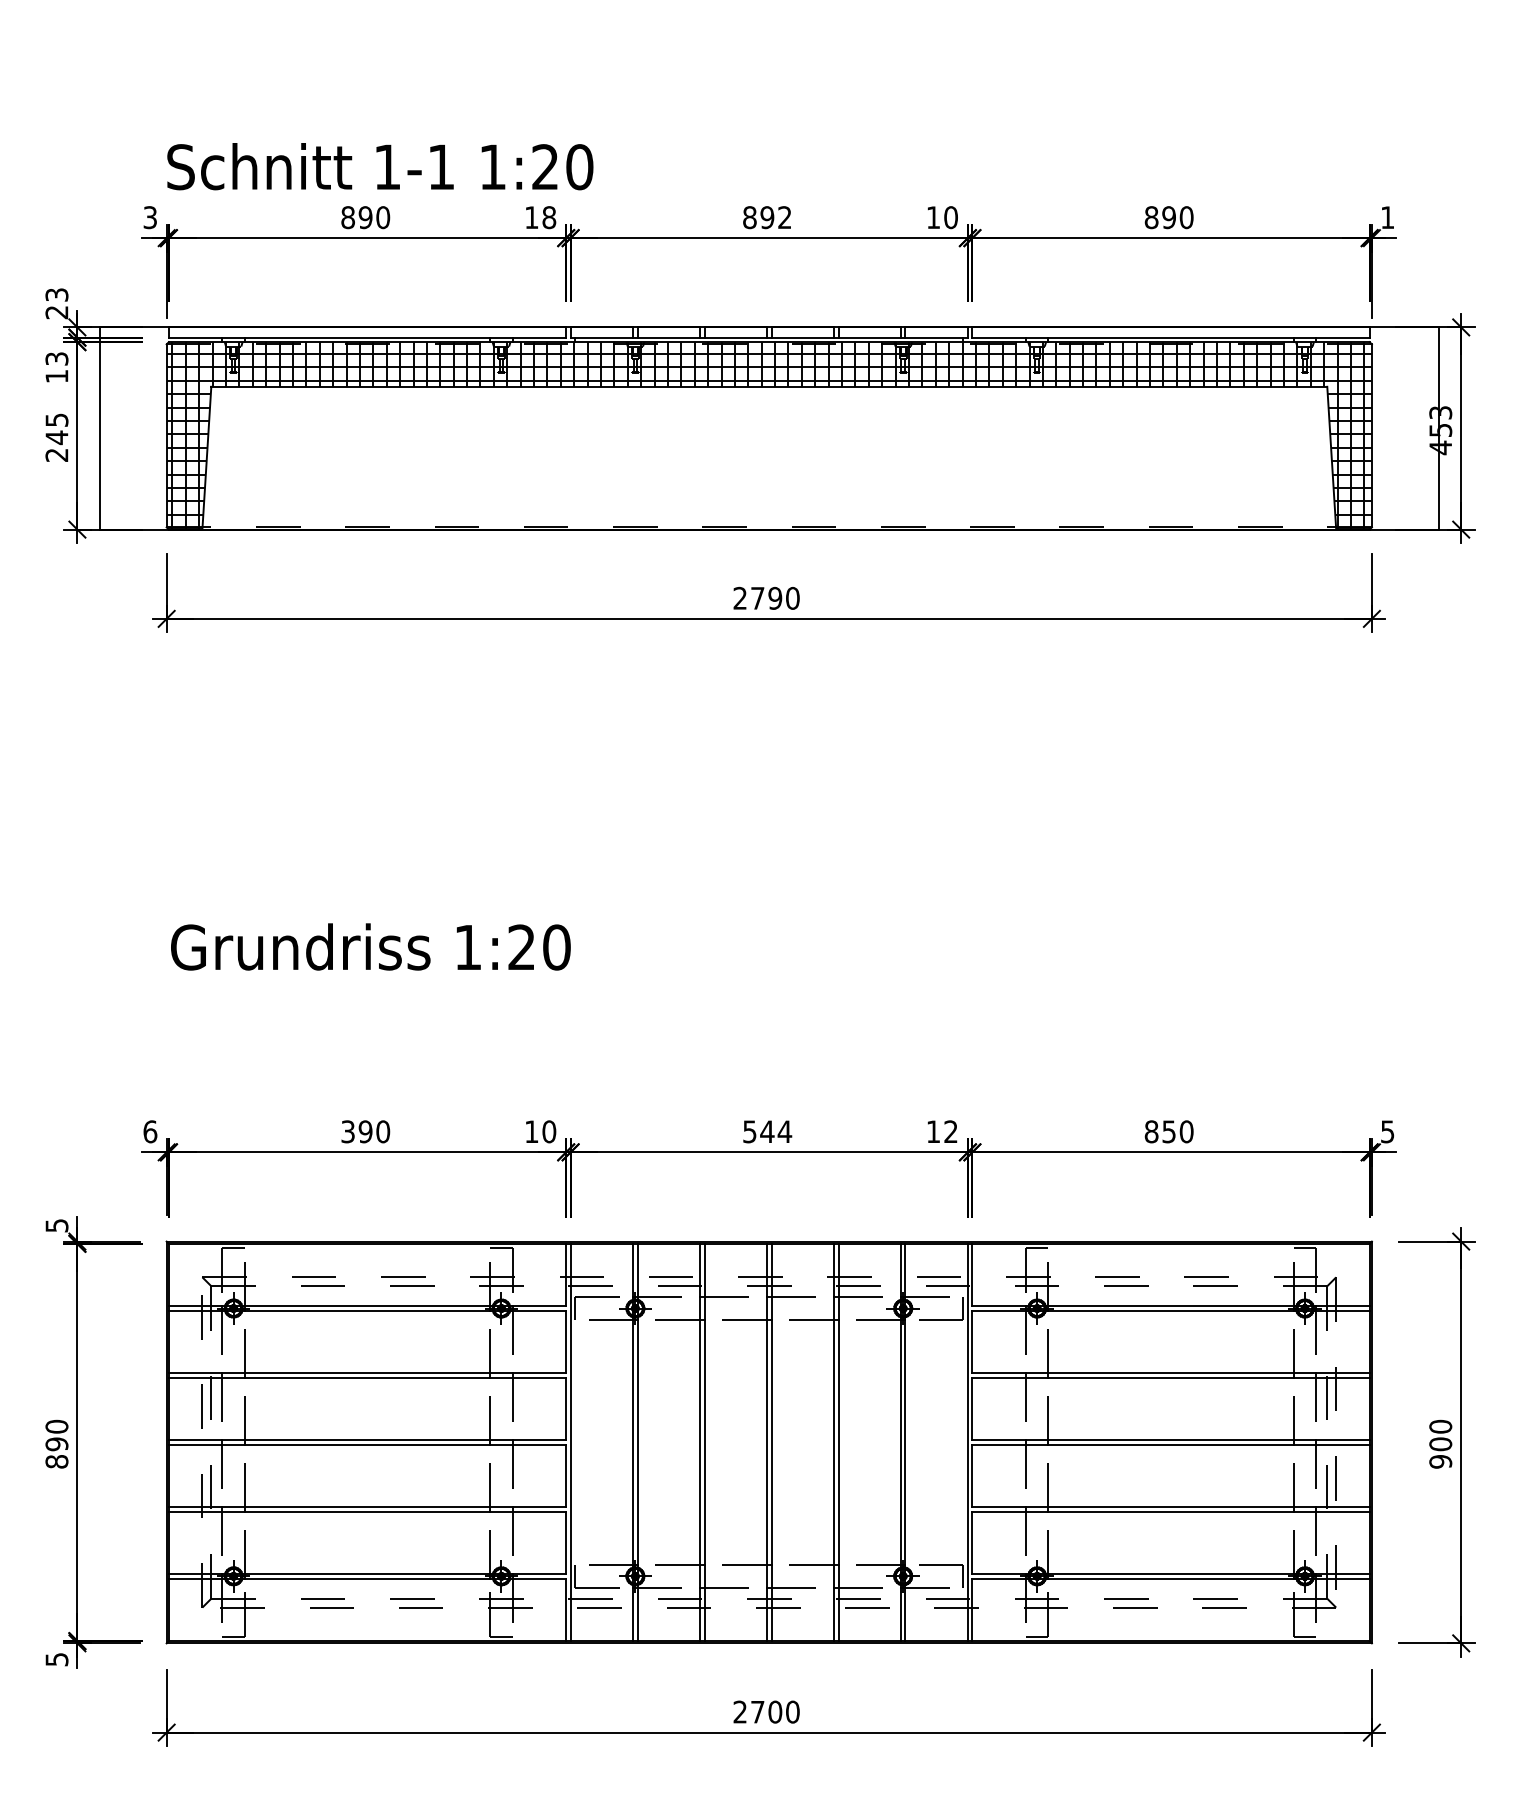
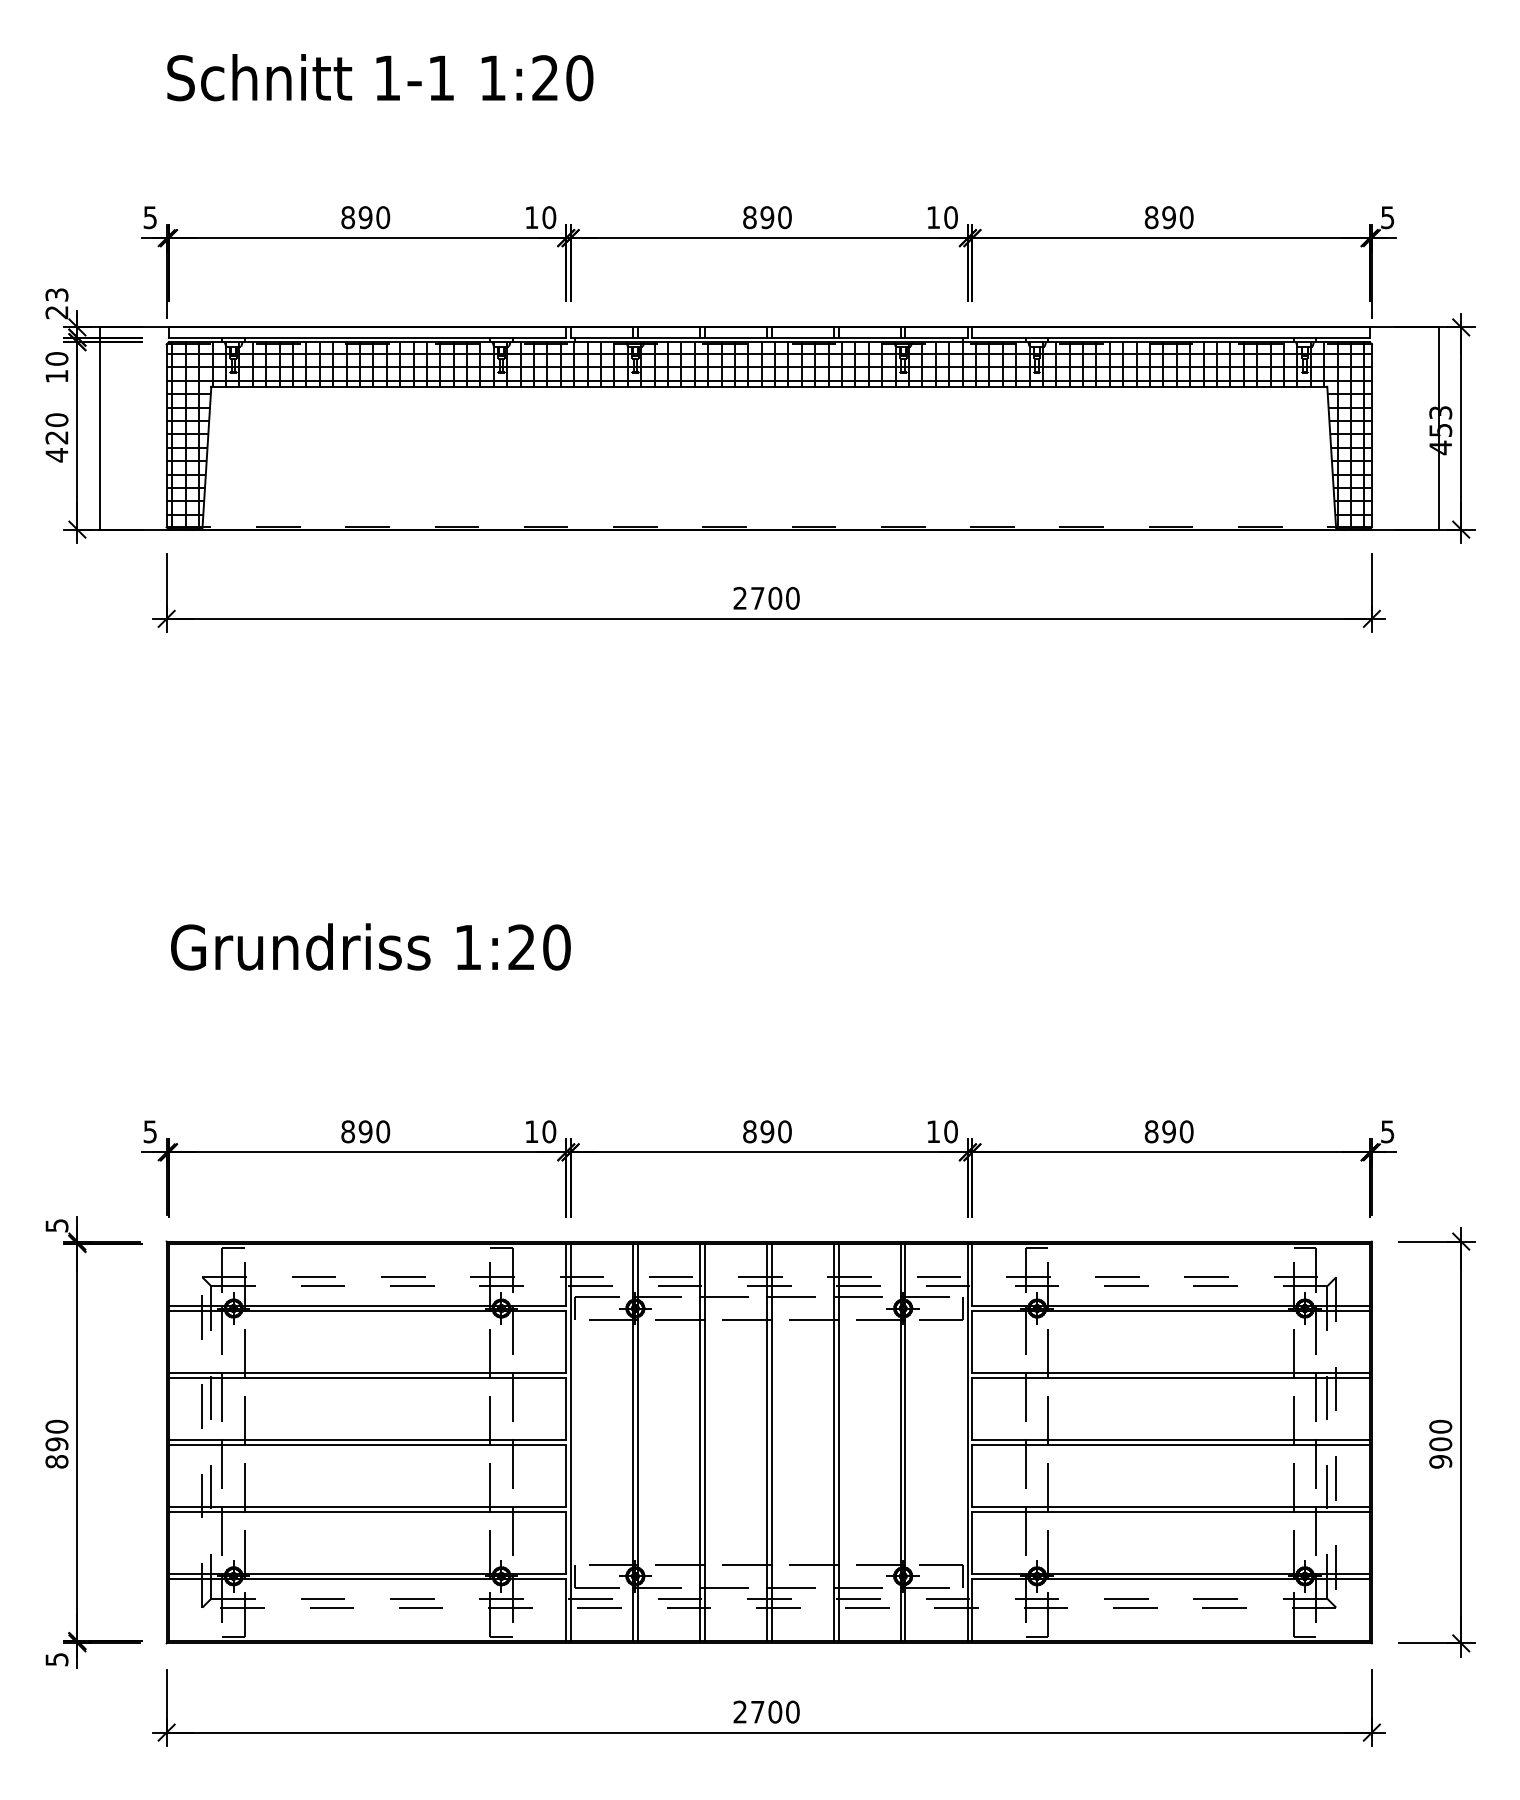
text at (380, 166) position: (380, 166) -> (380, 77)
text at (150, 217): 3 -> 5
text at (549, 217): 18 -> 10
text at (784, 217): 892 -> 890
text at (1387, 217): 1 -> 5
text at (56, 358): 13 -> 10
text at (56, 437): 245 -> 420
text at (775, 598): 2790 -> 2700
text at (150, 1131): 6 -> 5
text at (347, 1131): 390 -> 890
text at (767, 1131): 544 -> 890
text at (950, 1131): 12 -> 10
text at (1168, 1131): 850 -> 890
